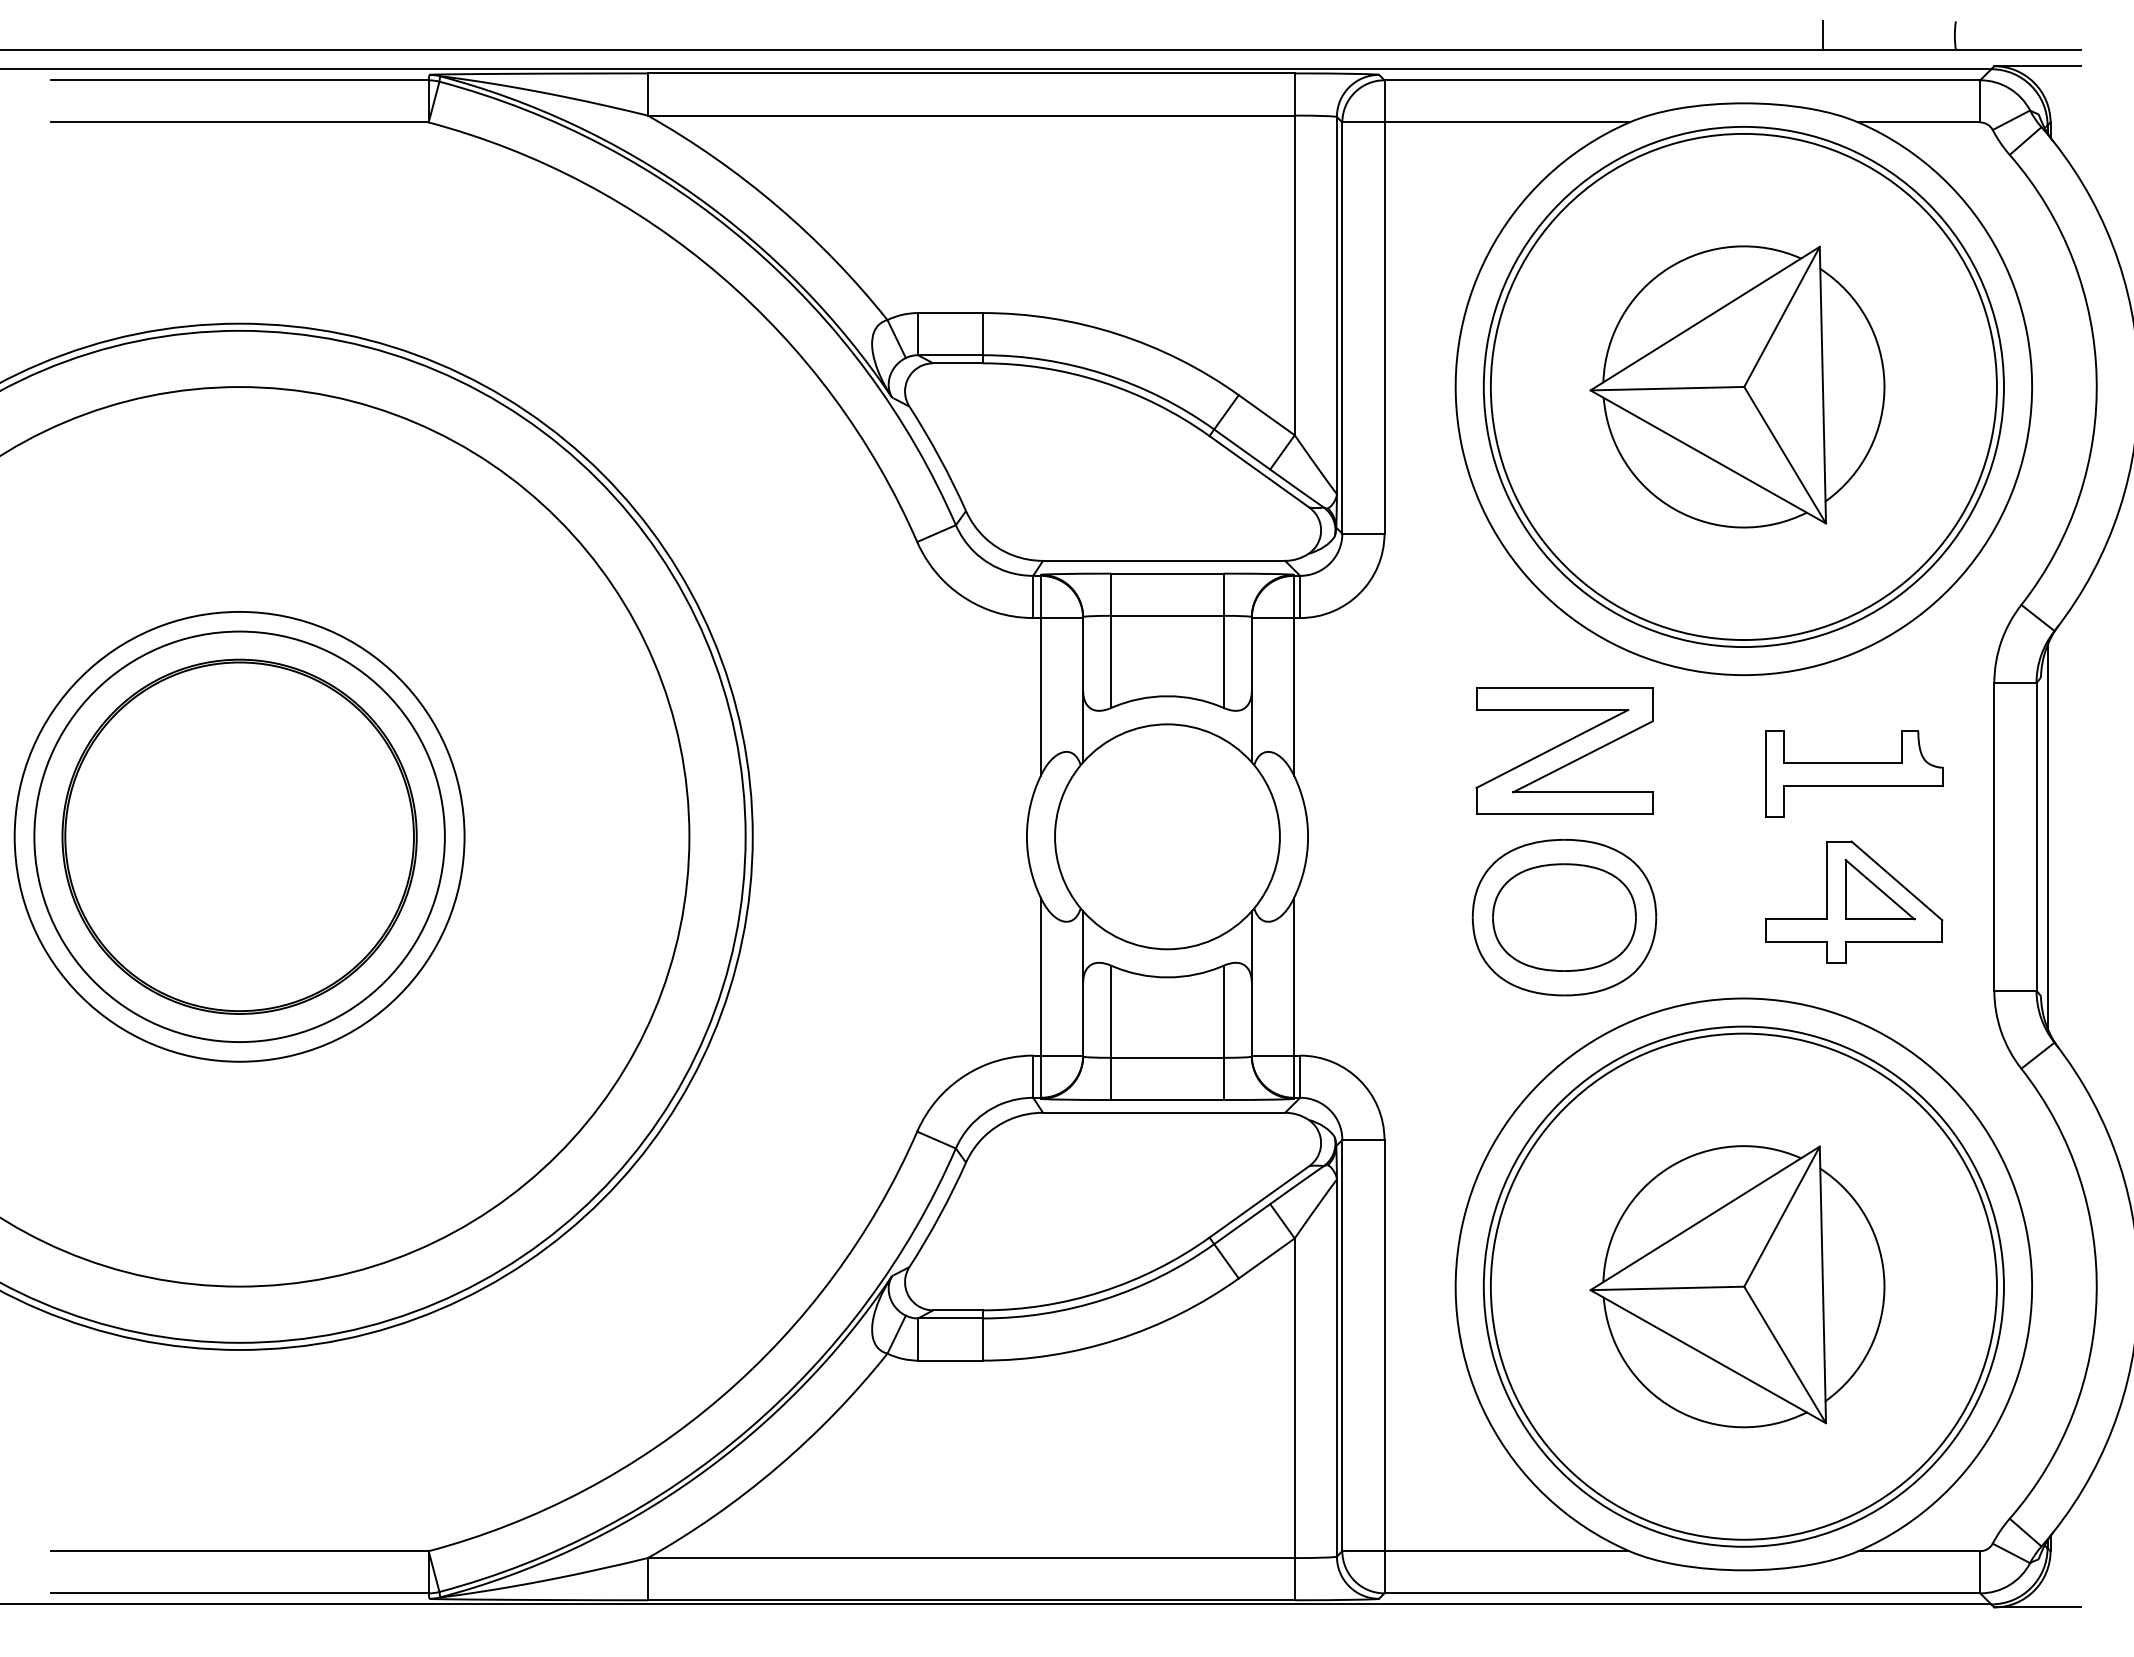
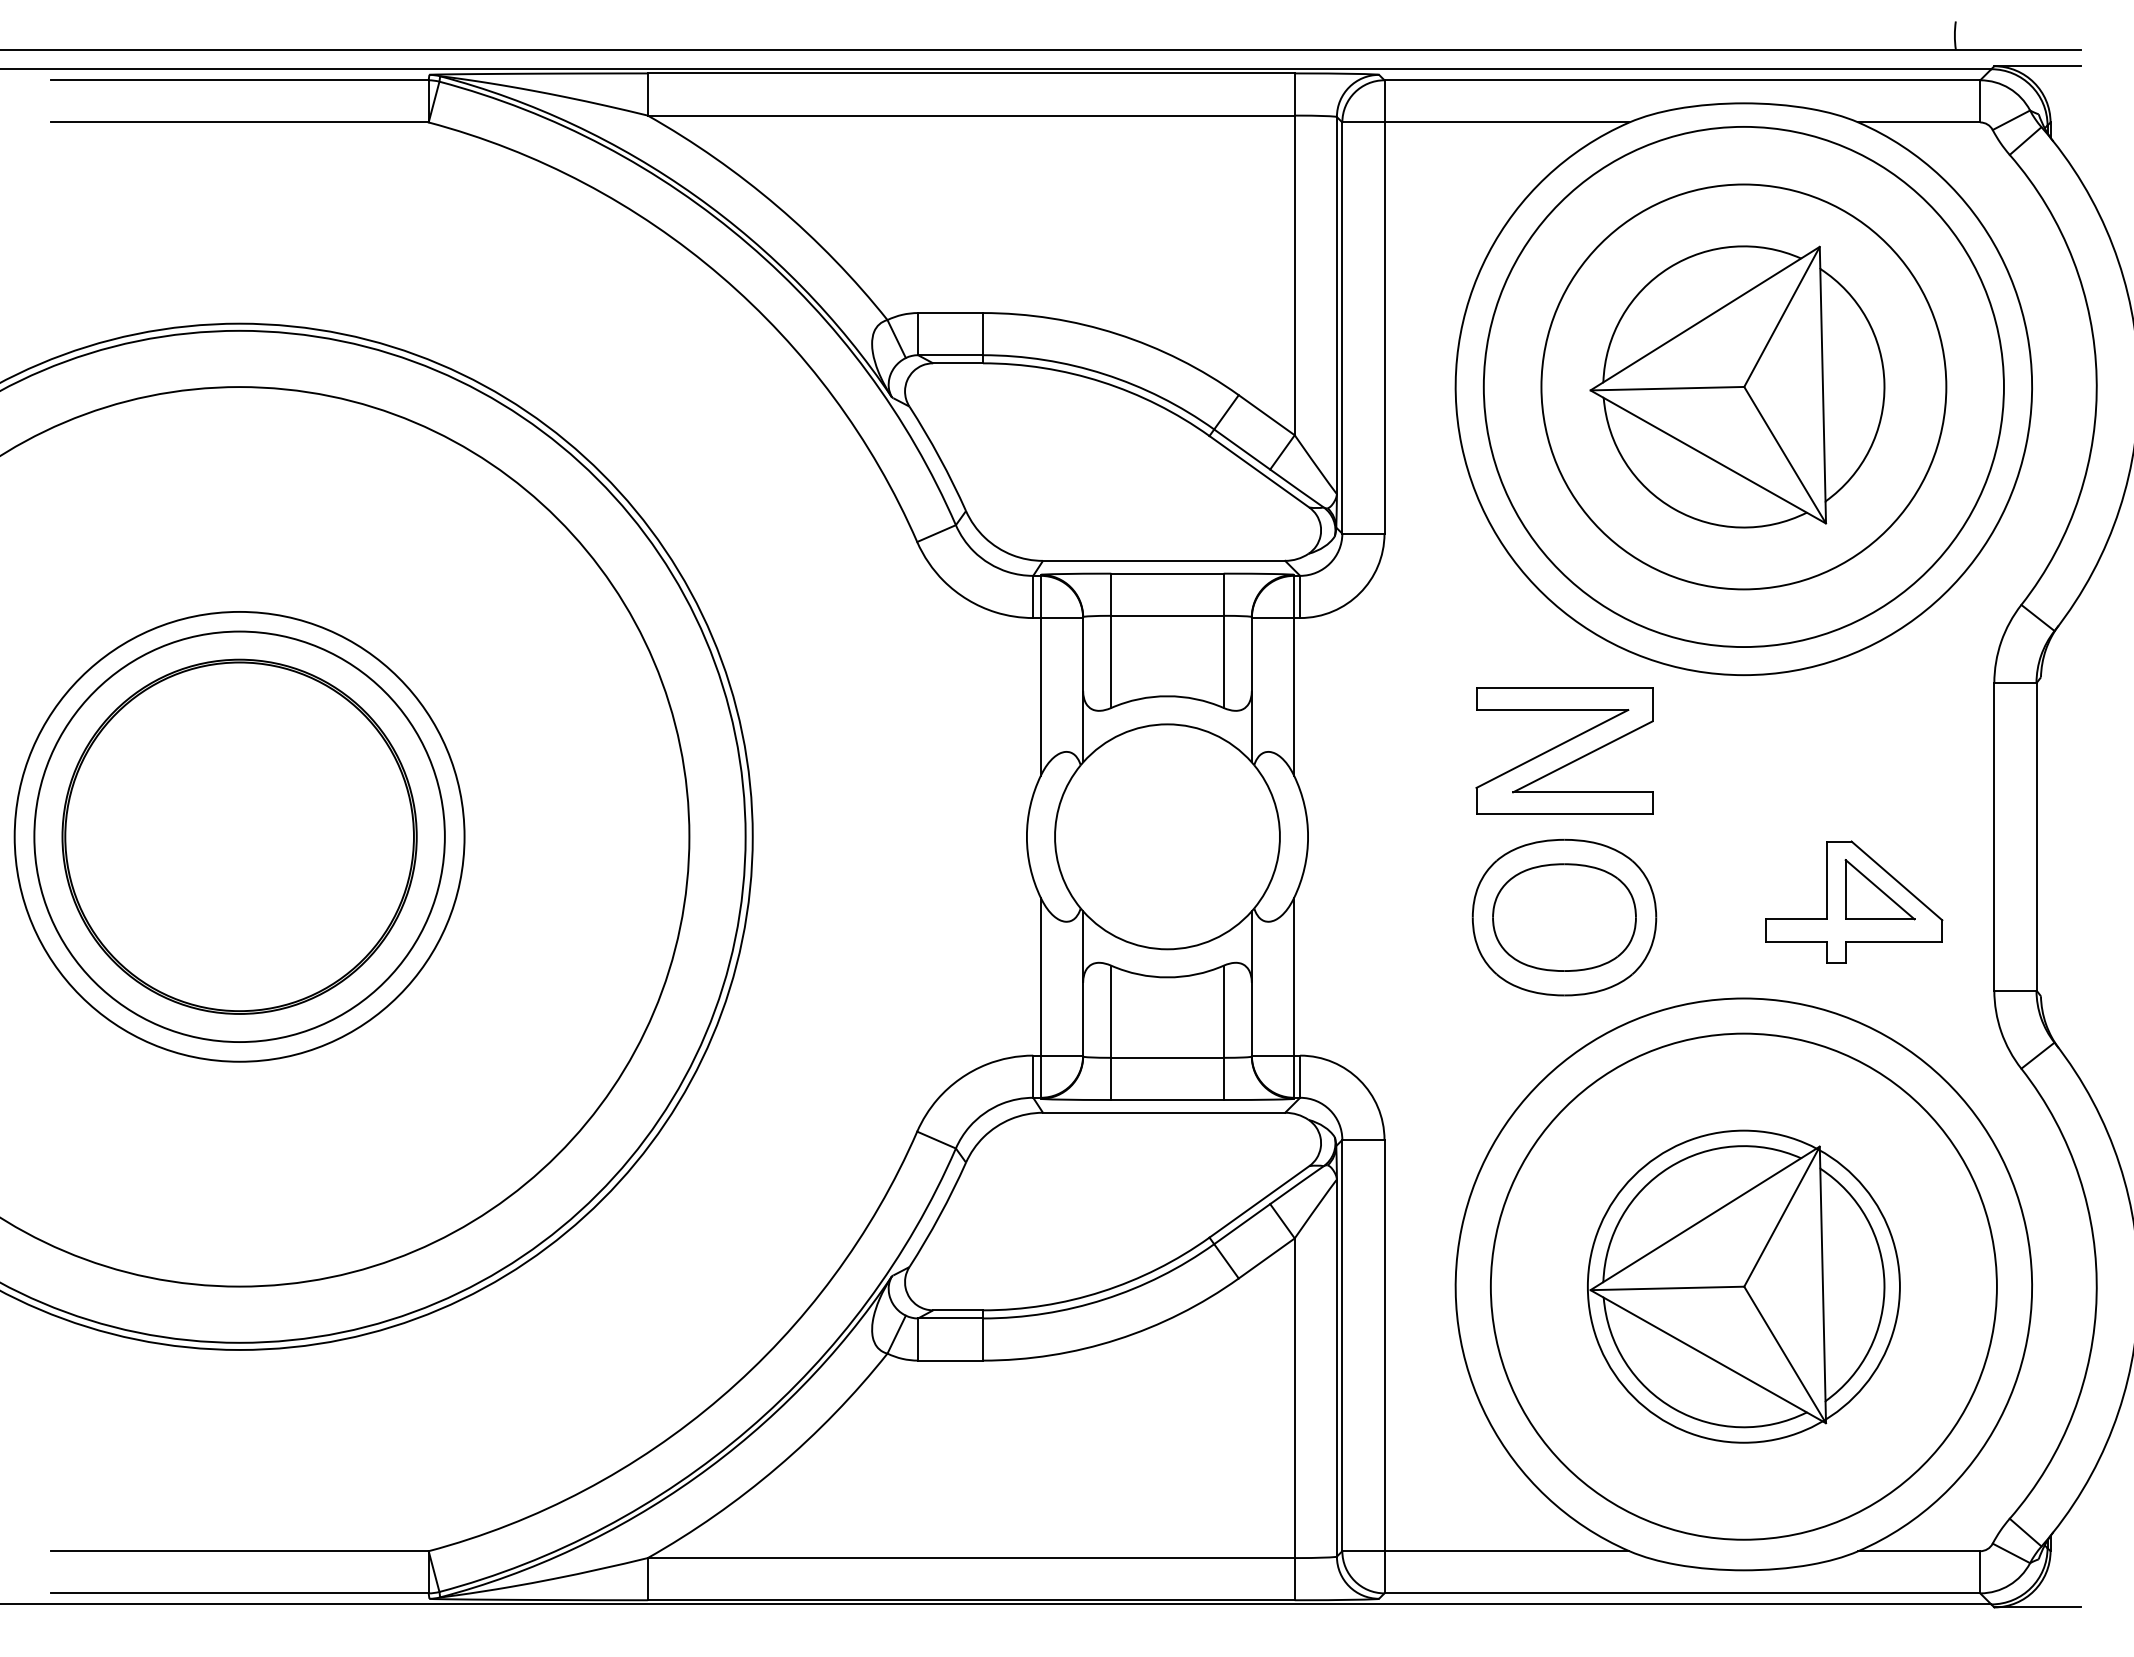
line at (1822, 35): present -> none
circle at (1743, 386) diameter: 506 px -> 405 px
part at (1854, 773): present -> none
line at (2047, 836): present -> none
circle at (1743, 1286) diameter: 520 px -> 312 px
